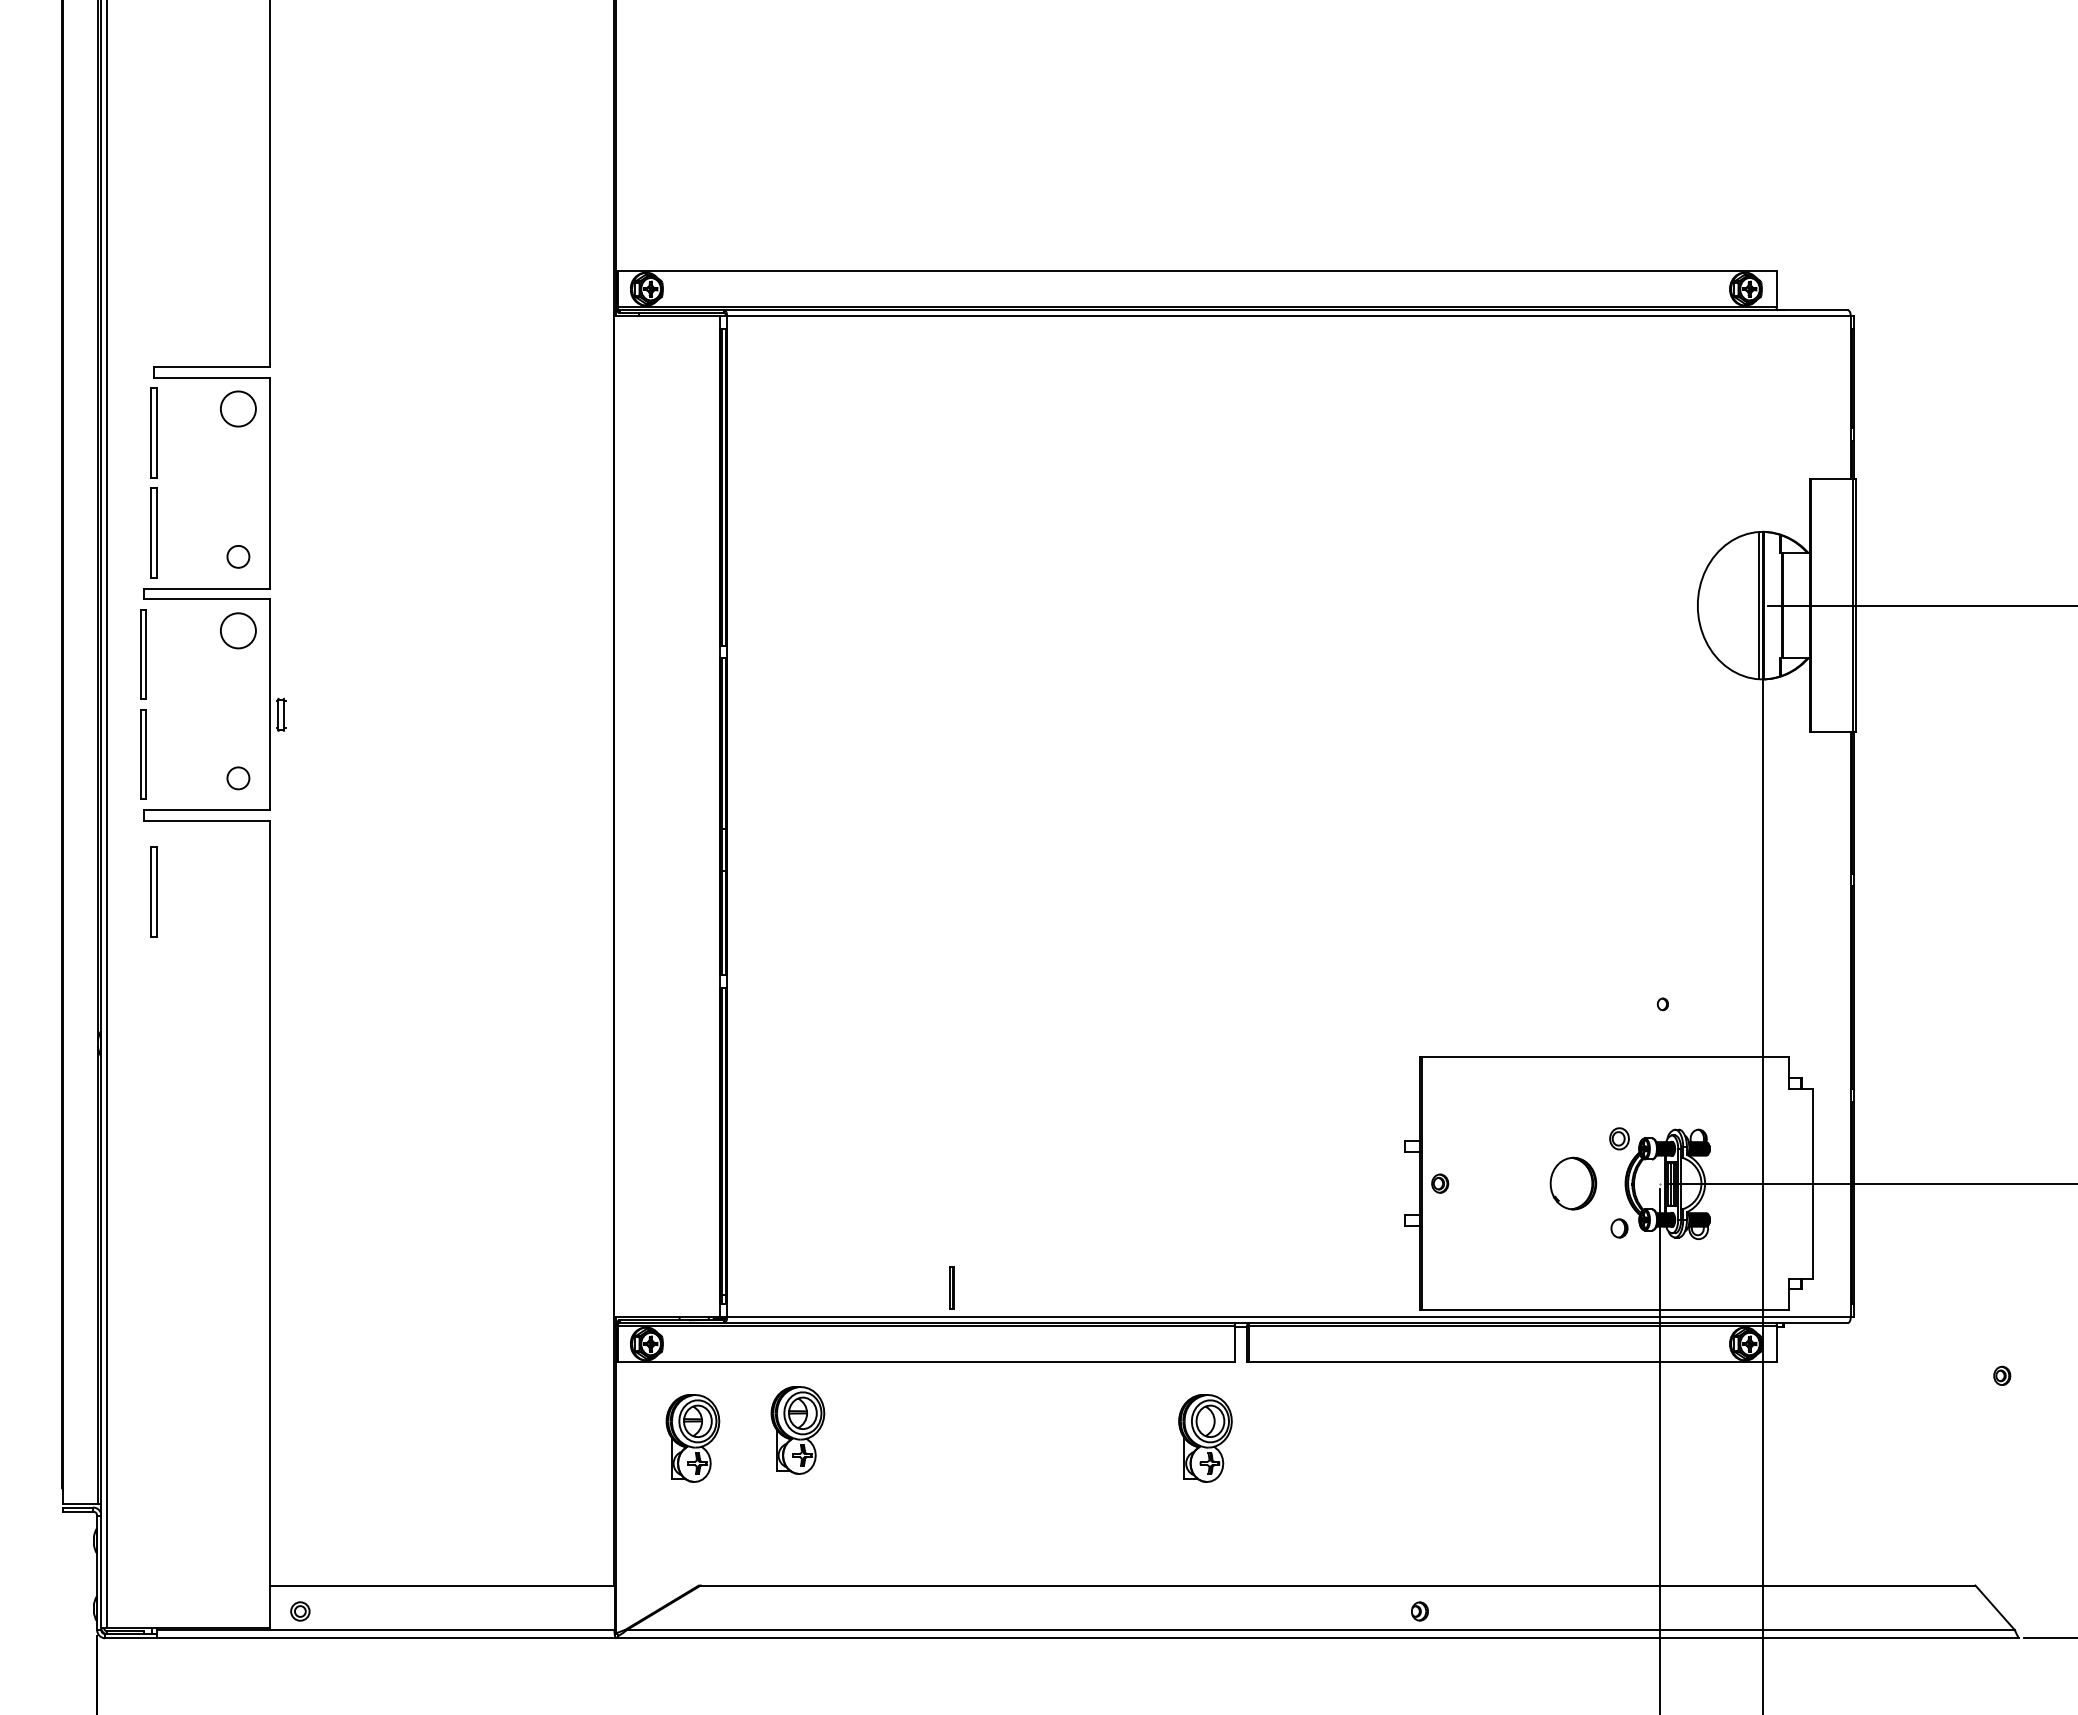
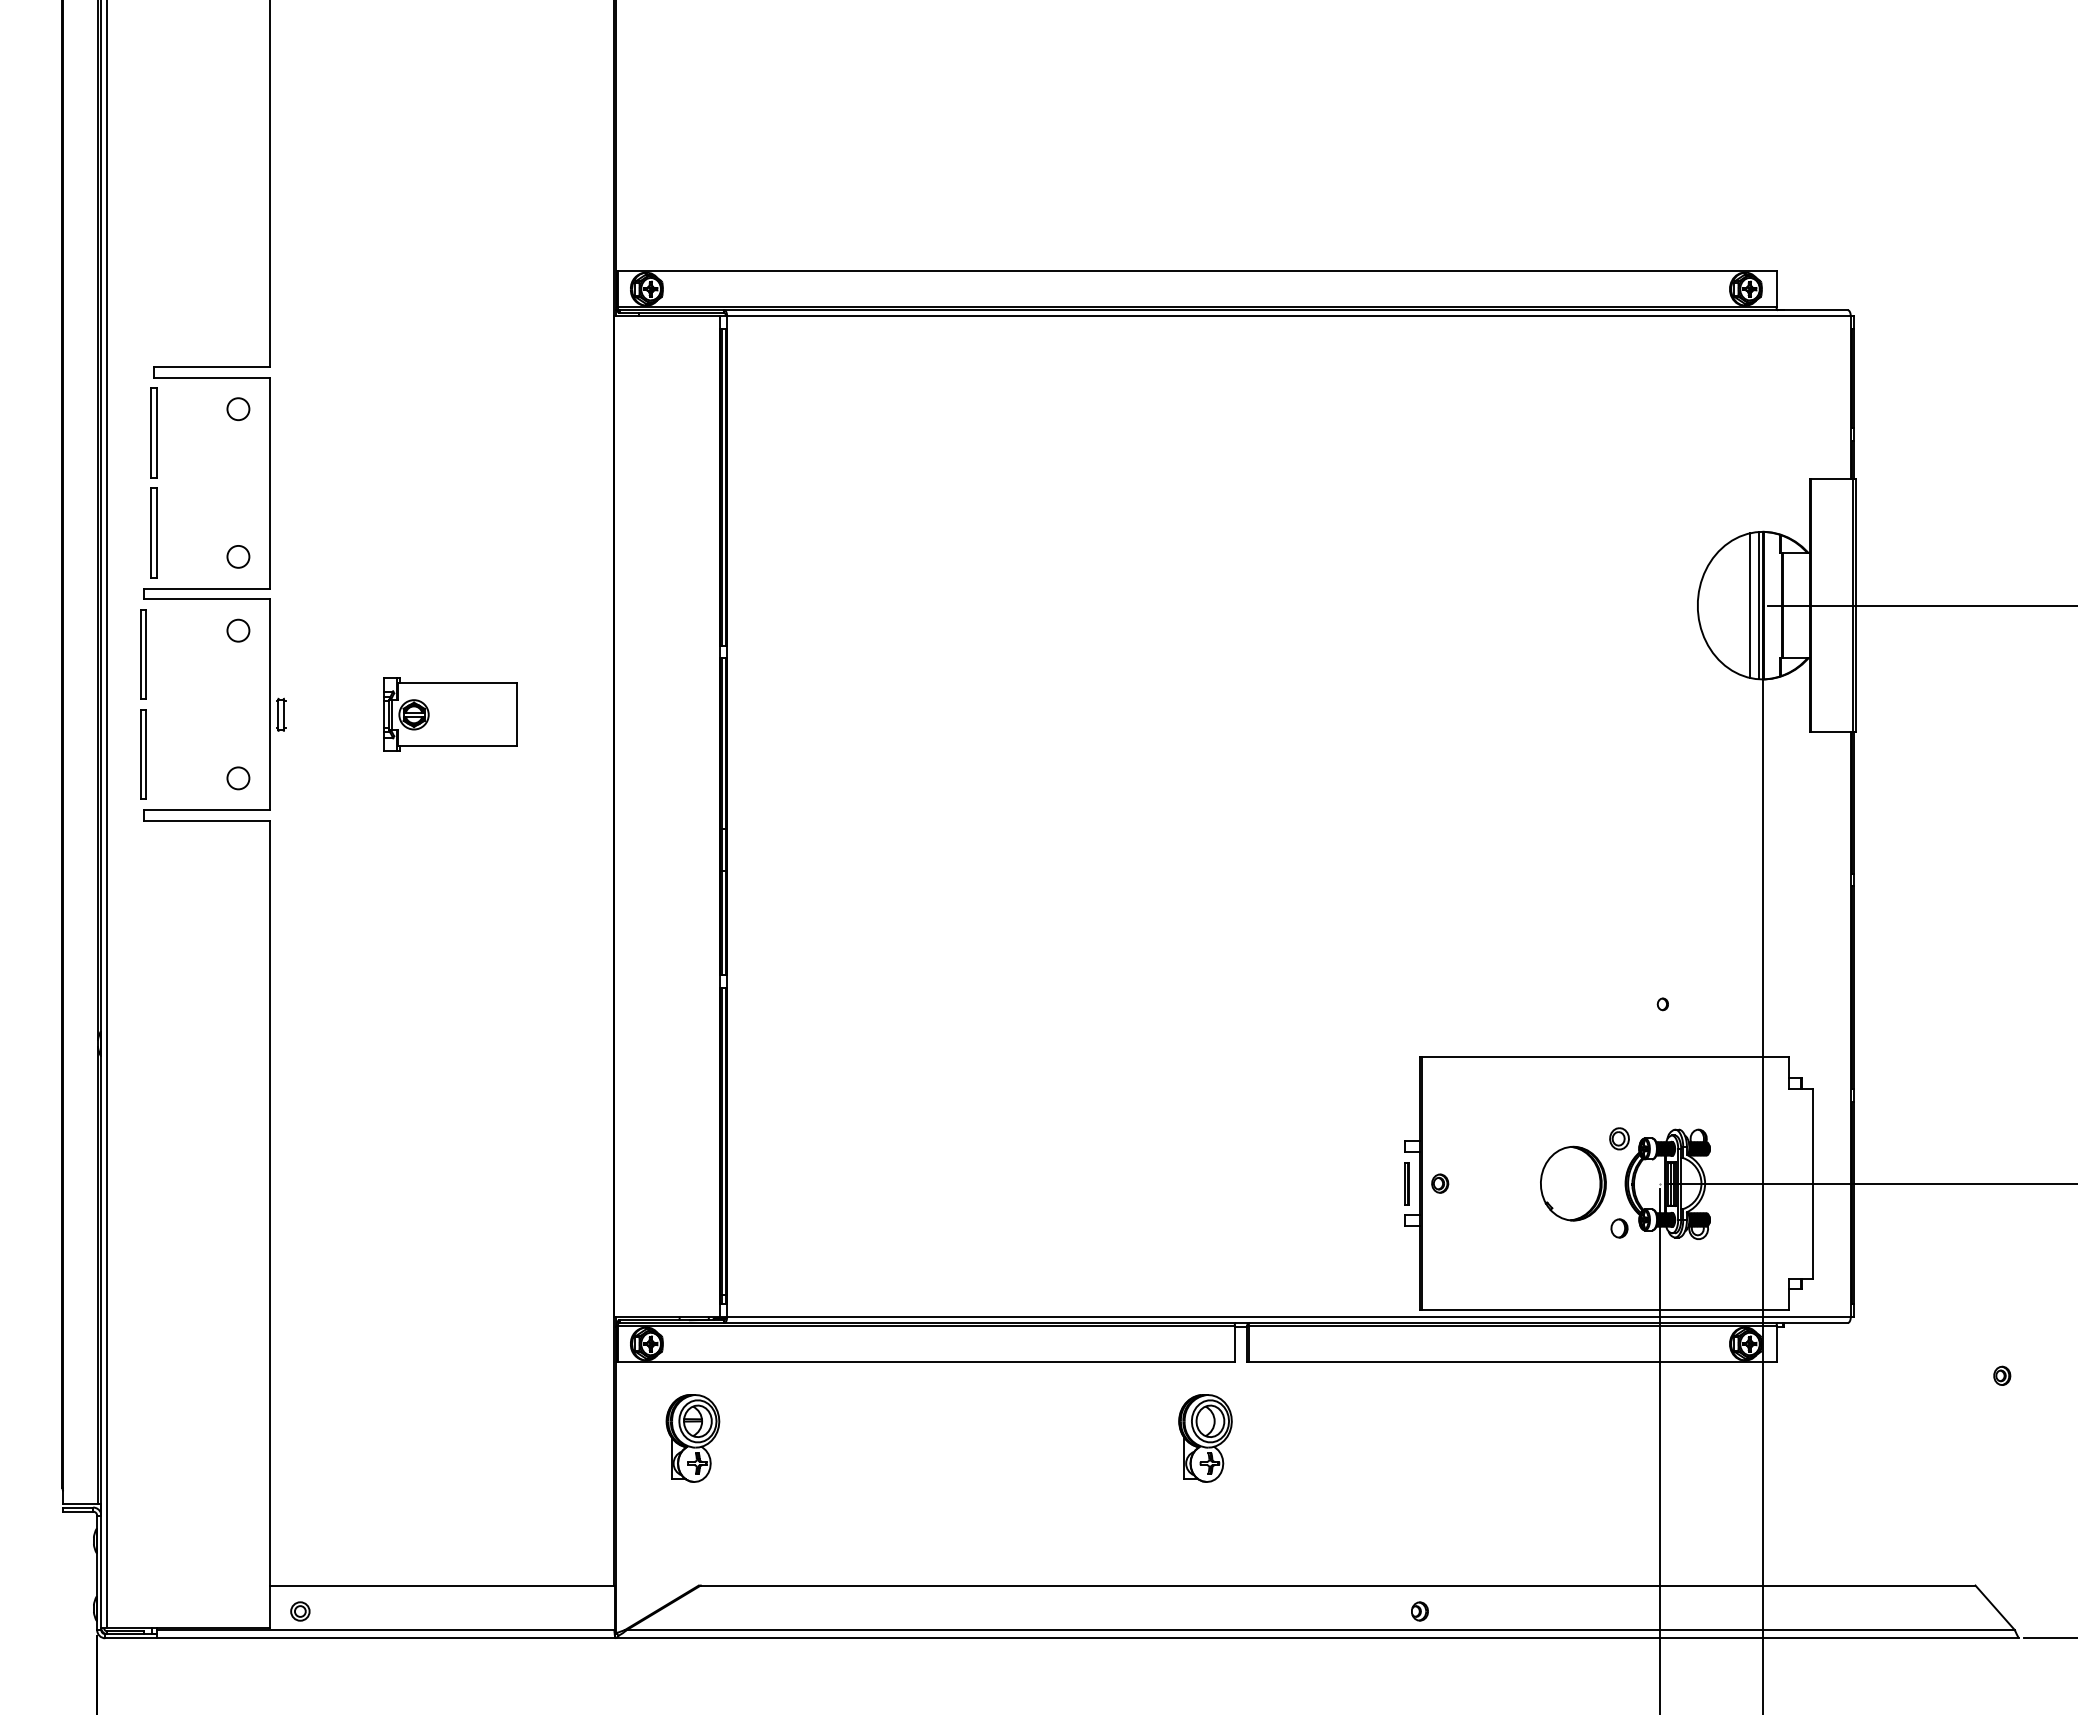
circle at (238, 408) size: 37x38 px -> 25x25 px
line at (1750, 605): none -> present
circle at (238, 630) size: 37x38 px -> 25x25 px
part at (450, 714): none -> present
part at (153, 891): present -> none
part at (1573, 1183) size: 49x55 px -> 67x77 px
part at (951, 1287) position: (951, 1287) -> (1406, 1183)
part at (797, 1430): present -> none
